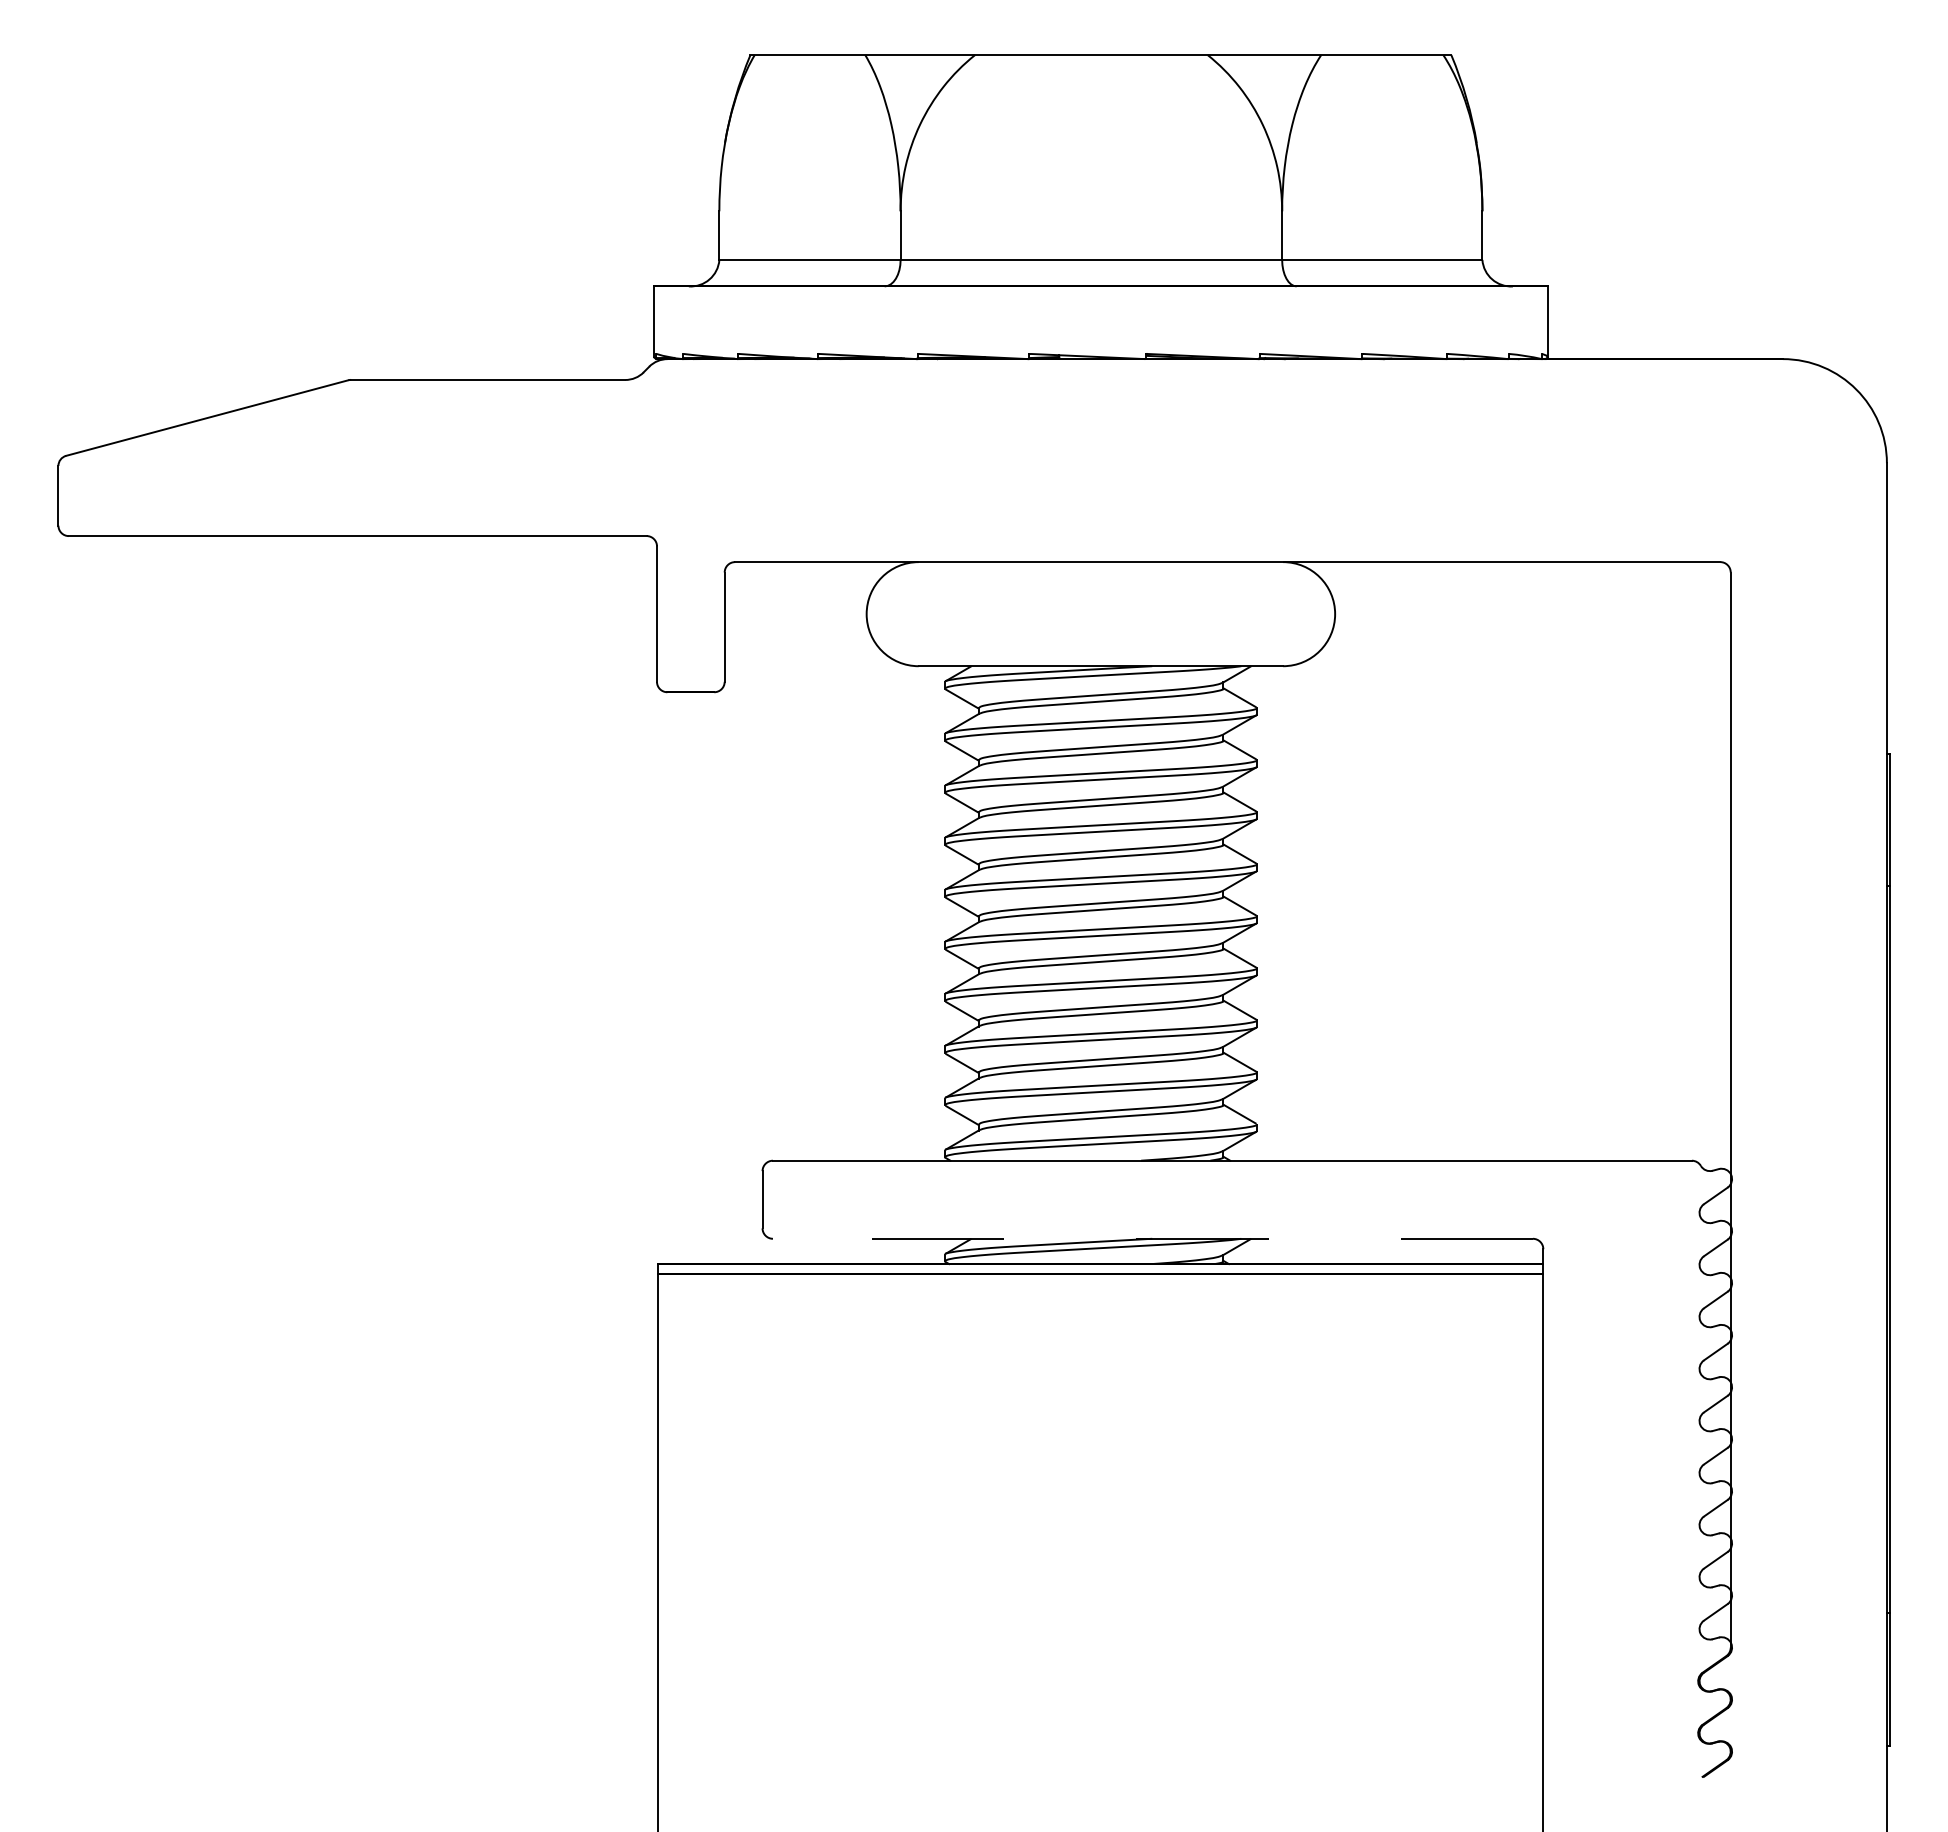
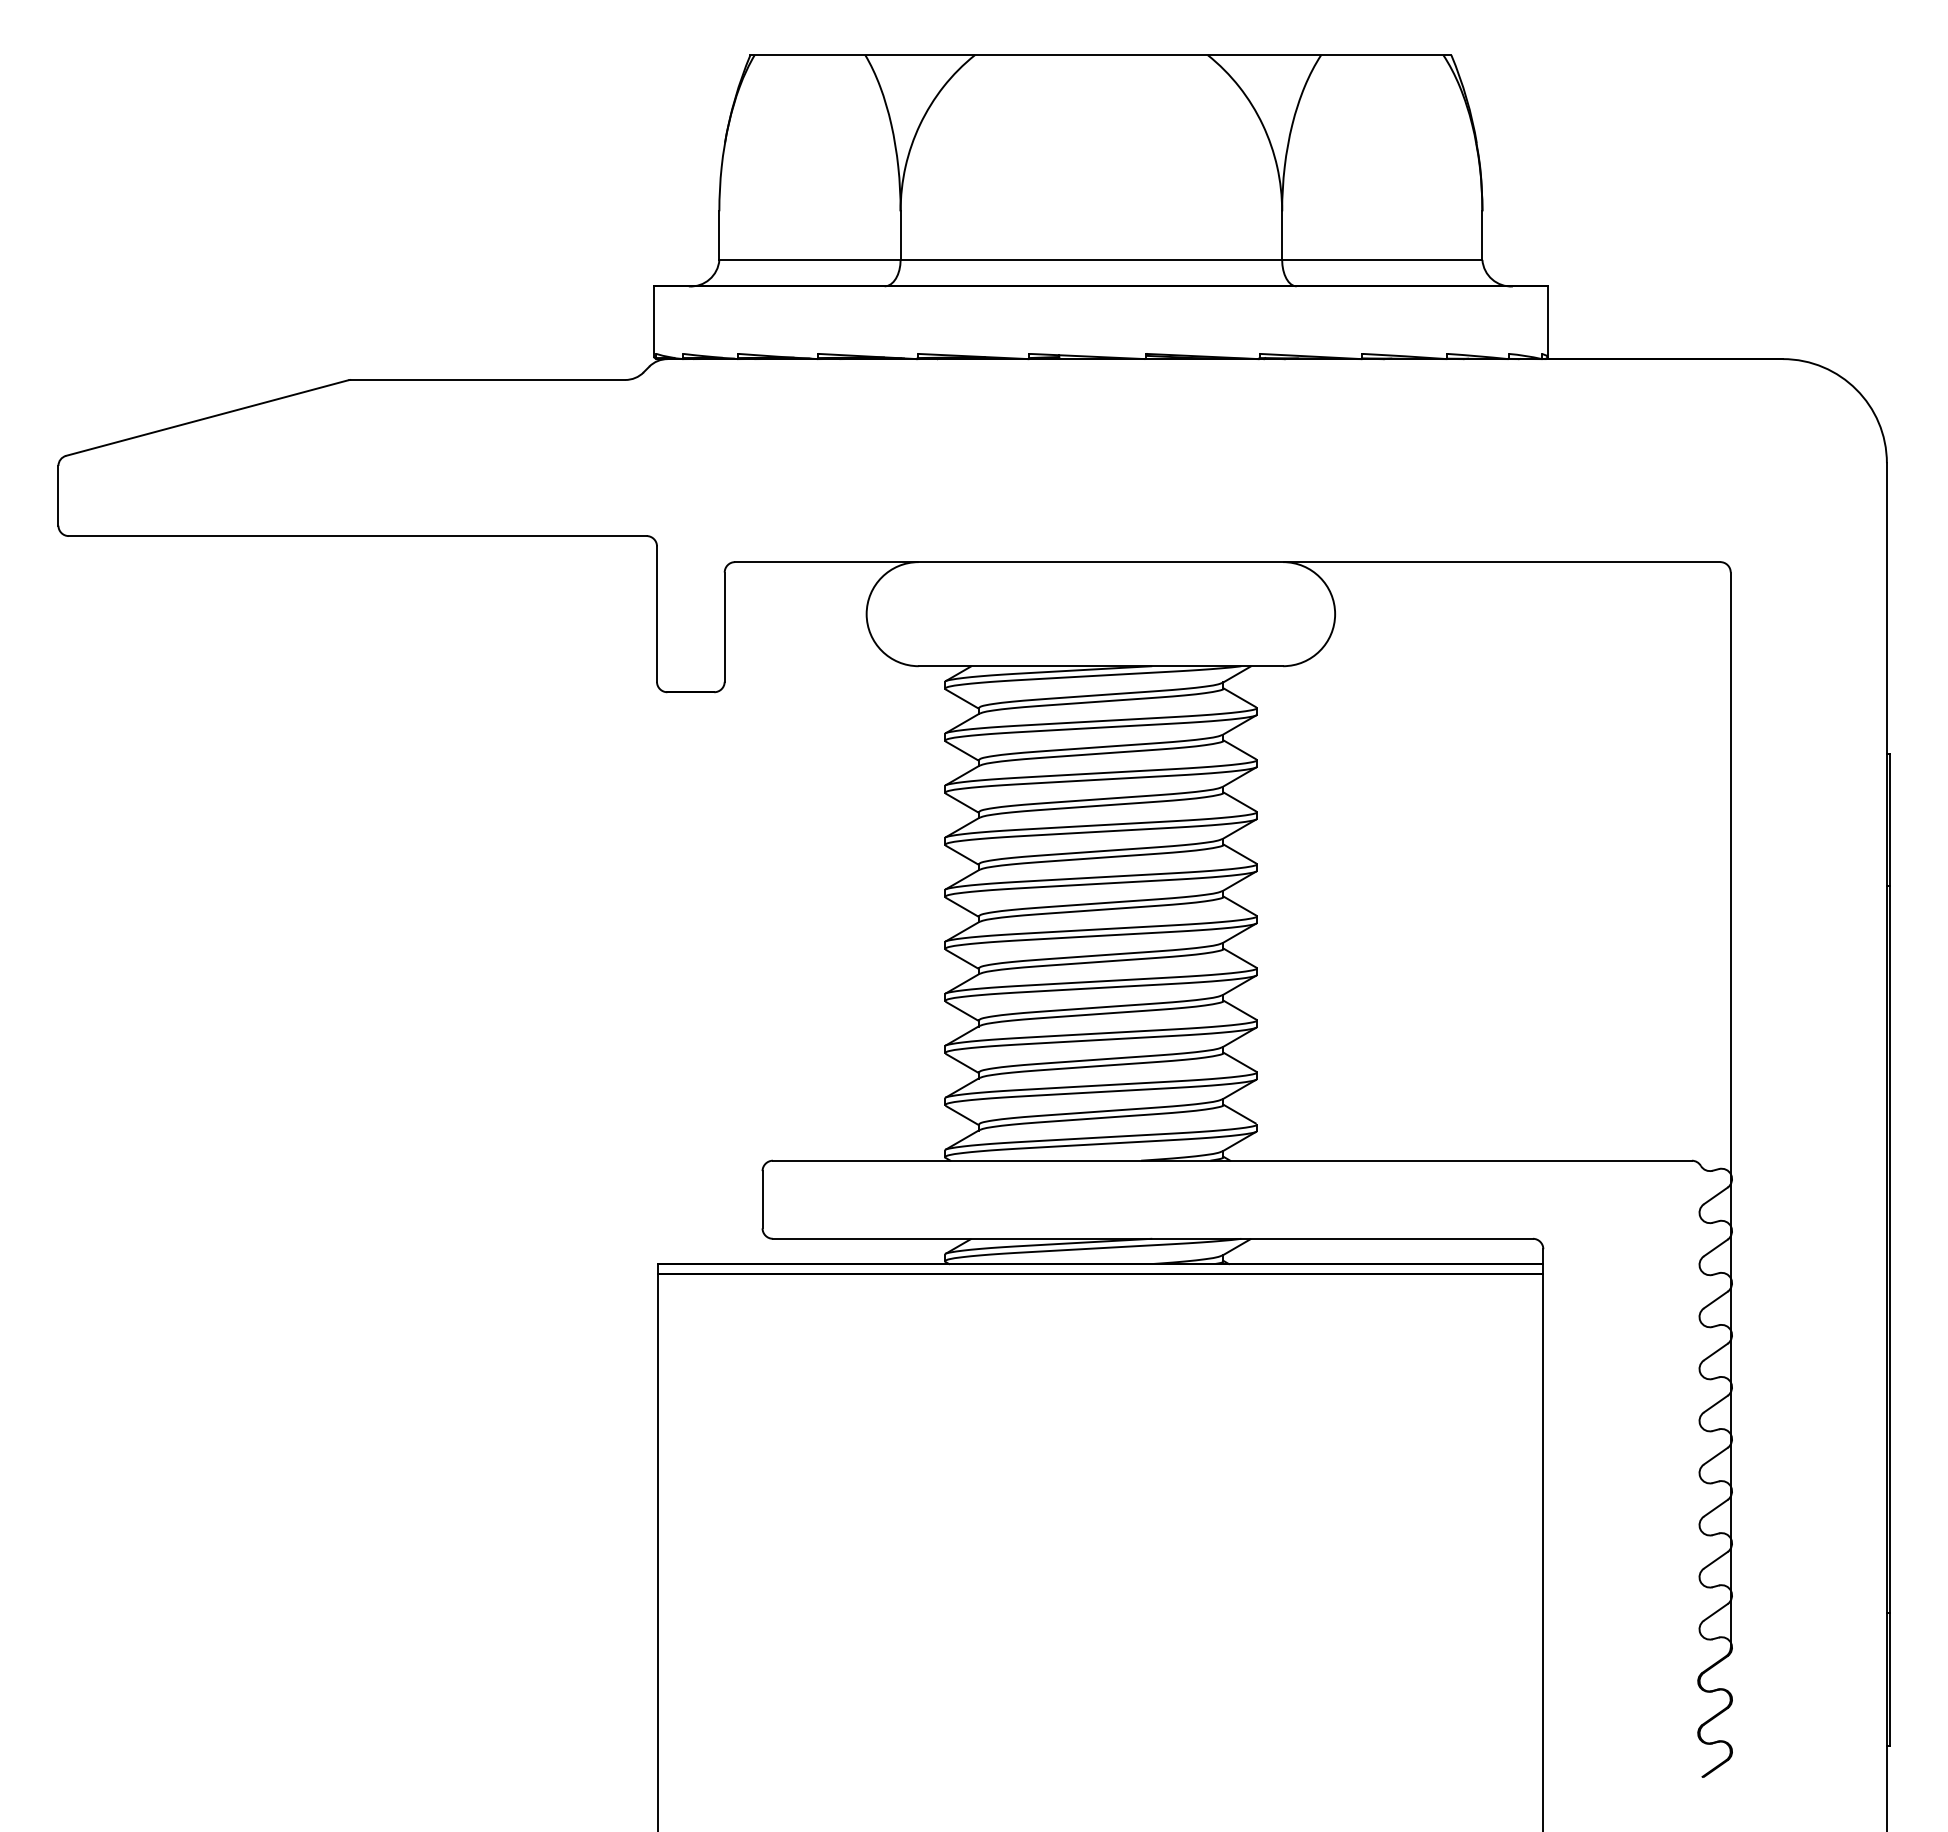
line at (1152, 1238): dashed -> solid
